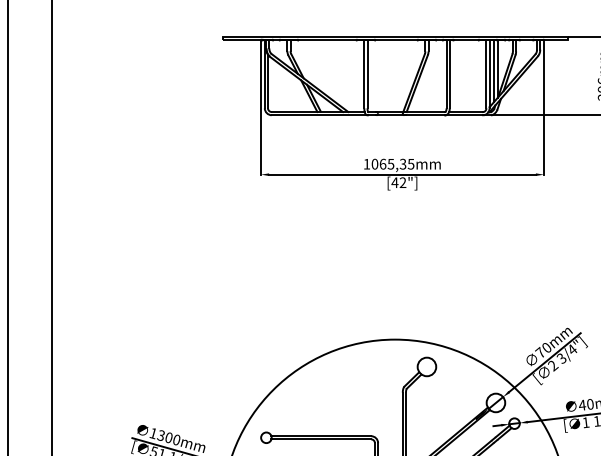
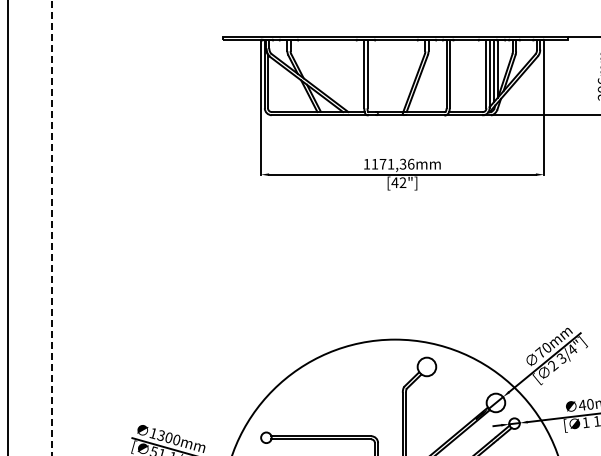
text at (392, 163): 1065,35mm -> 1171,36mm
line at (51, 227): solid -> dashed
